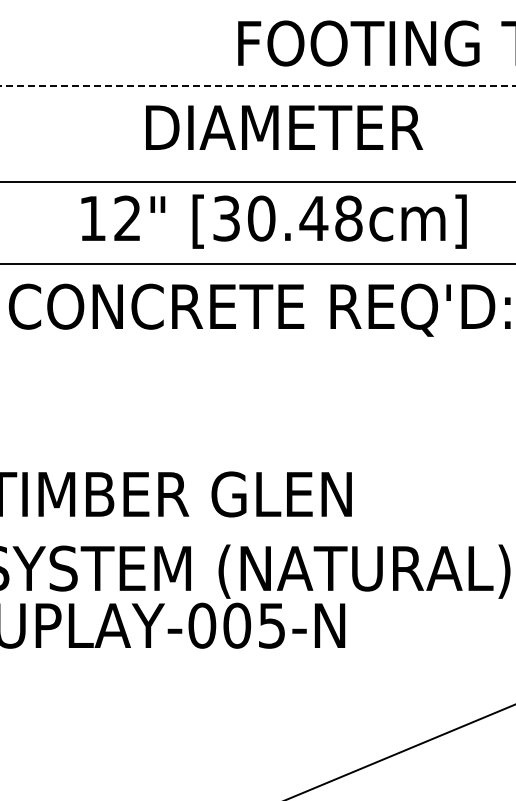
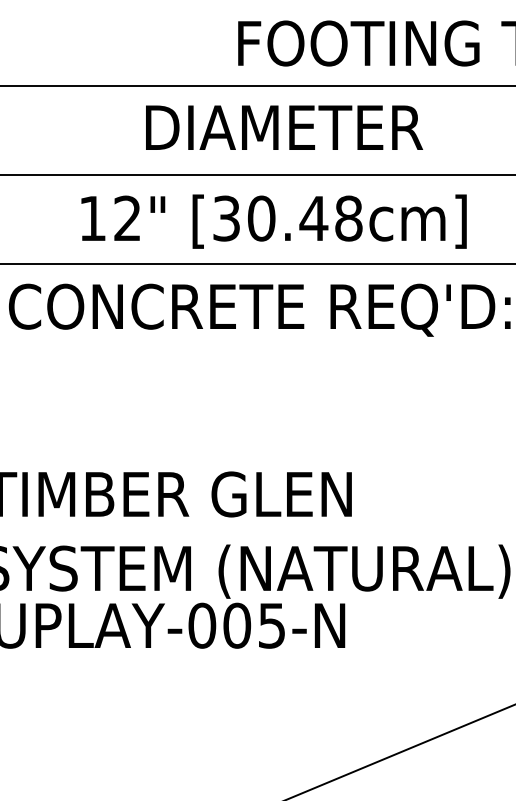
line at (258, 86): dashed -> solid
line at (257, 182) position: (257, 182) -> (257, 175)
